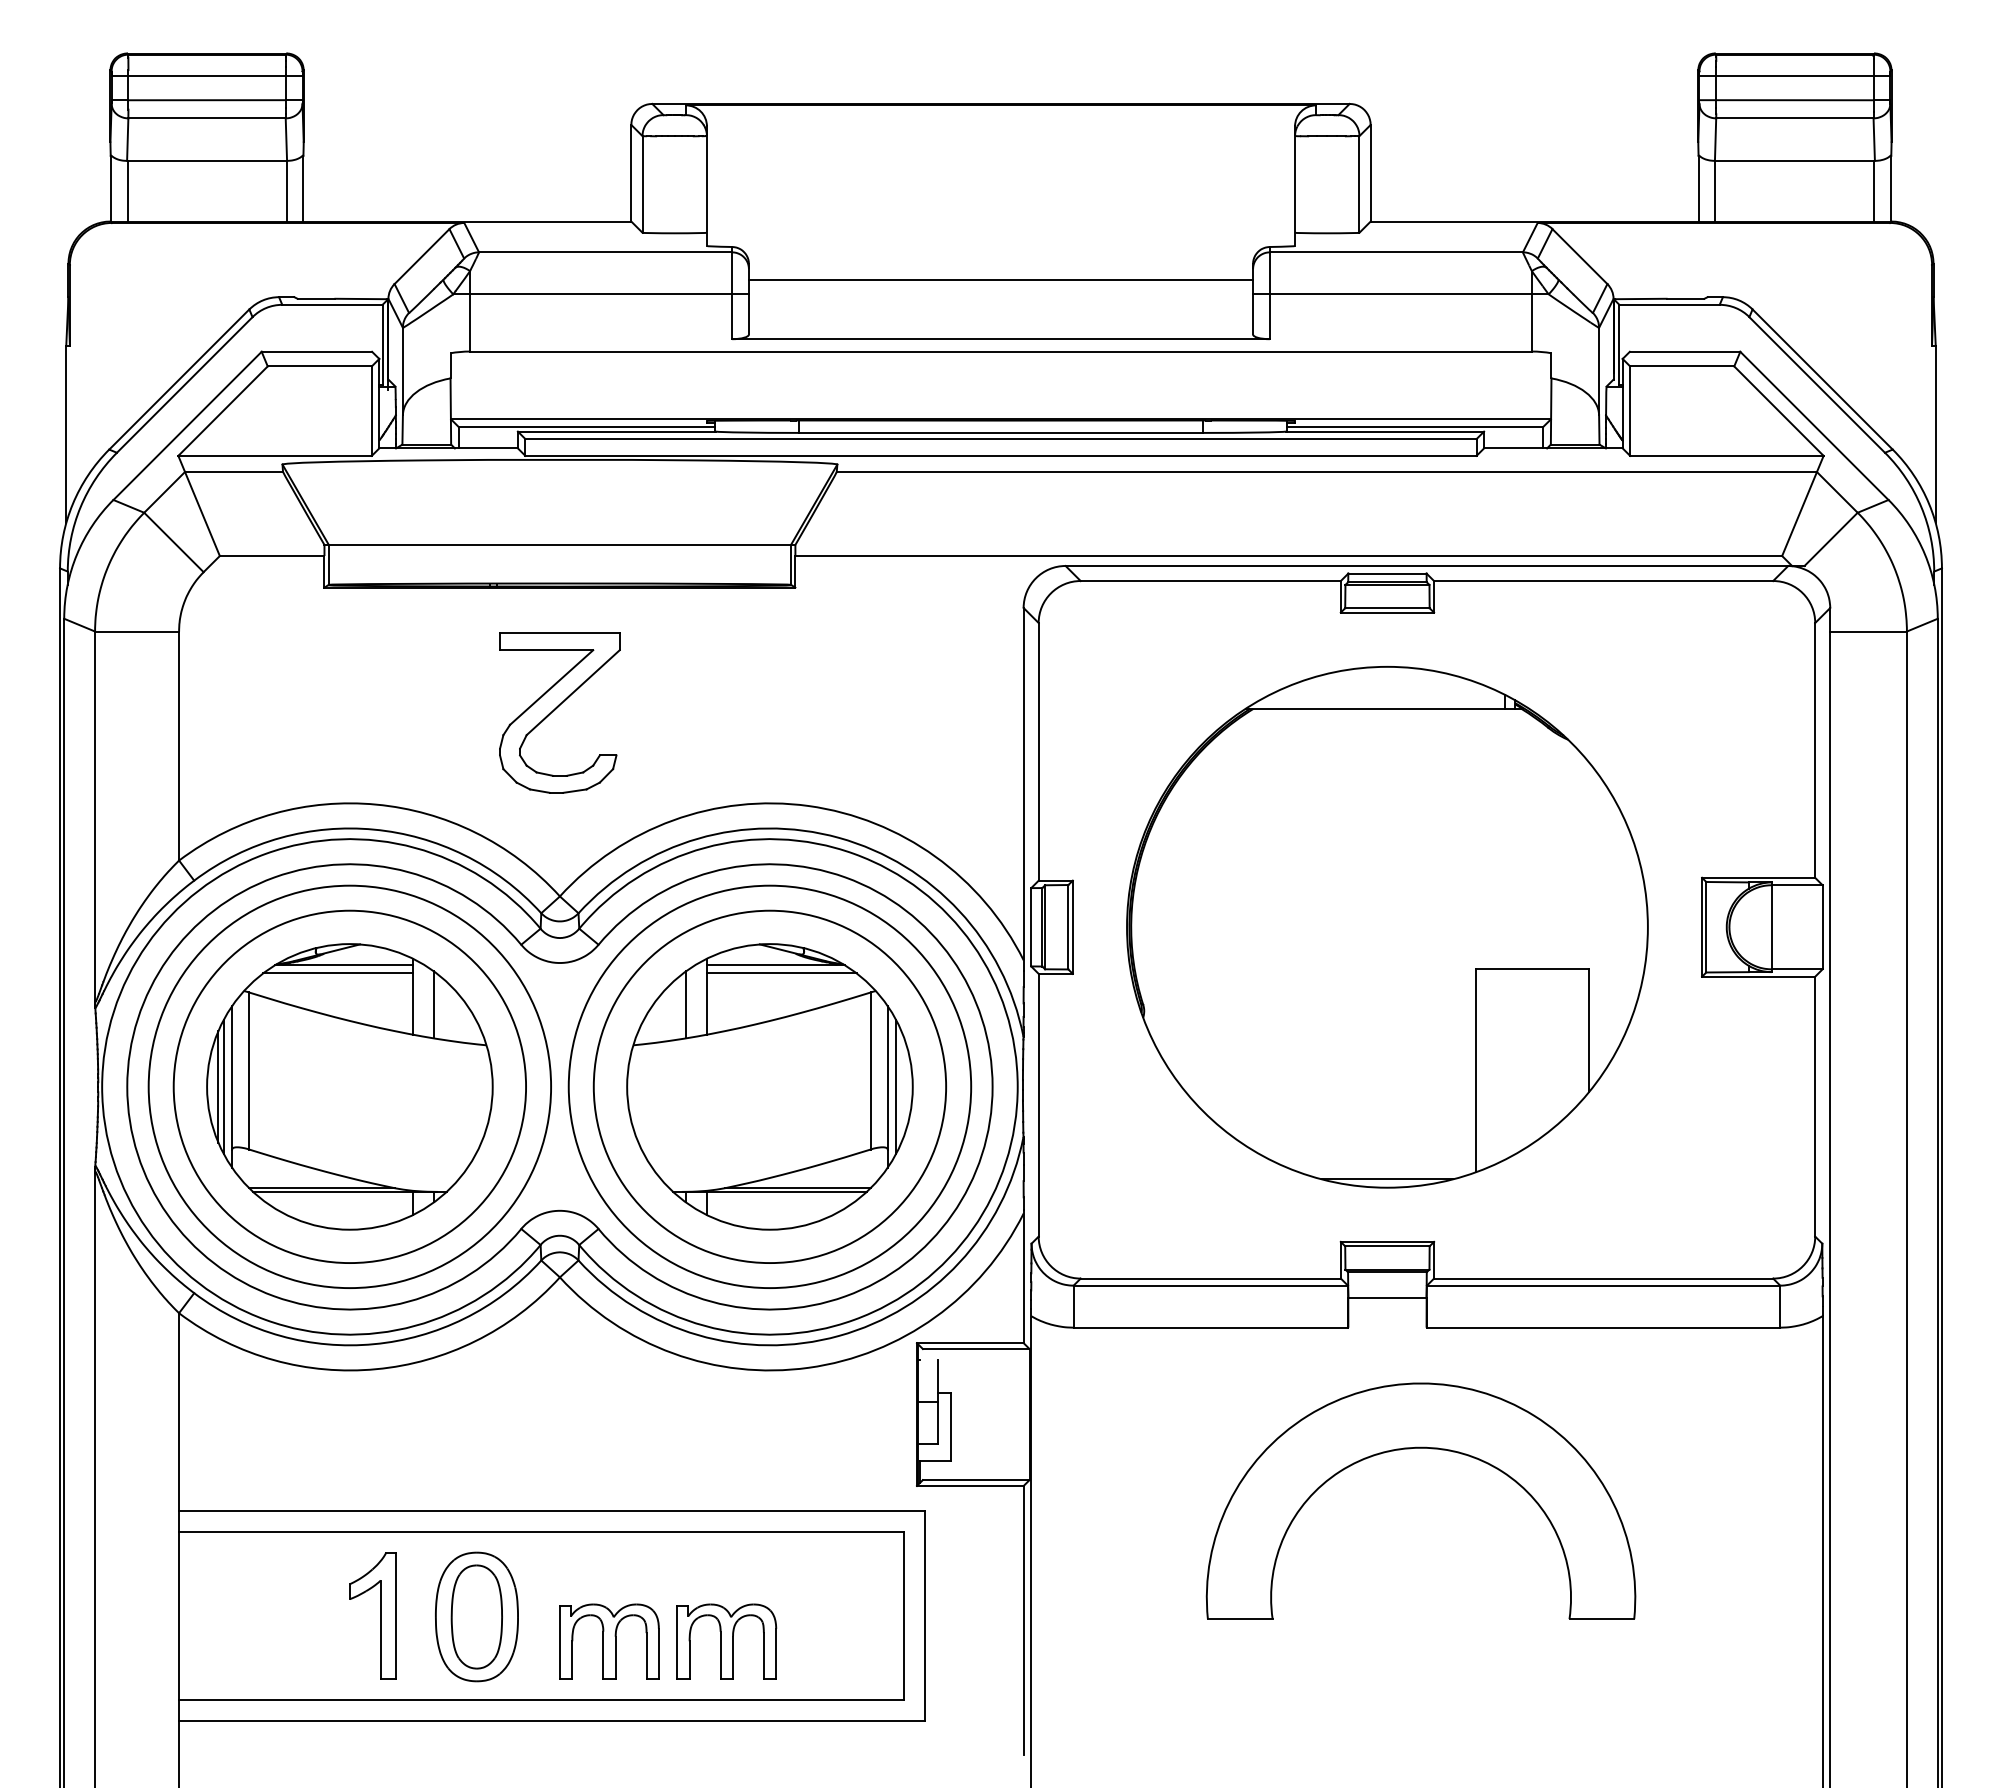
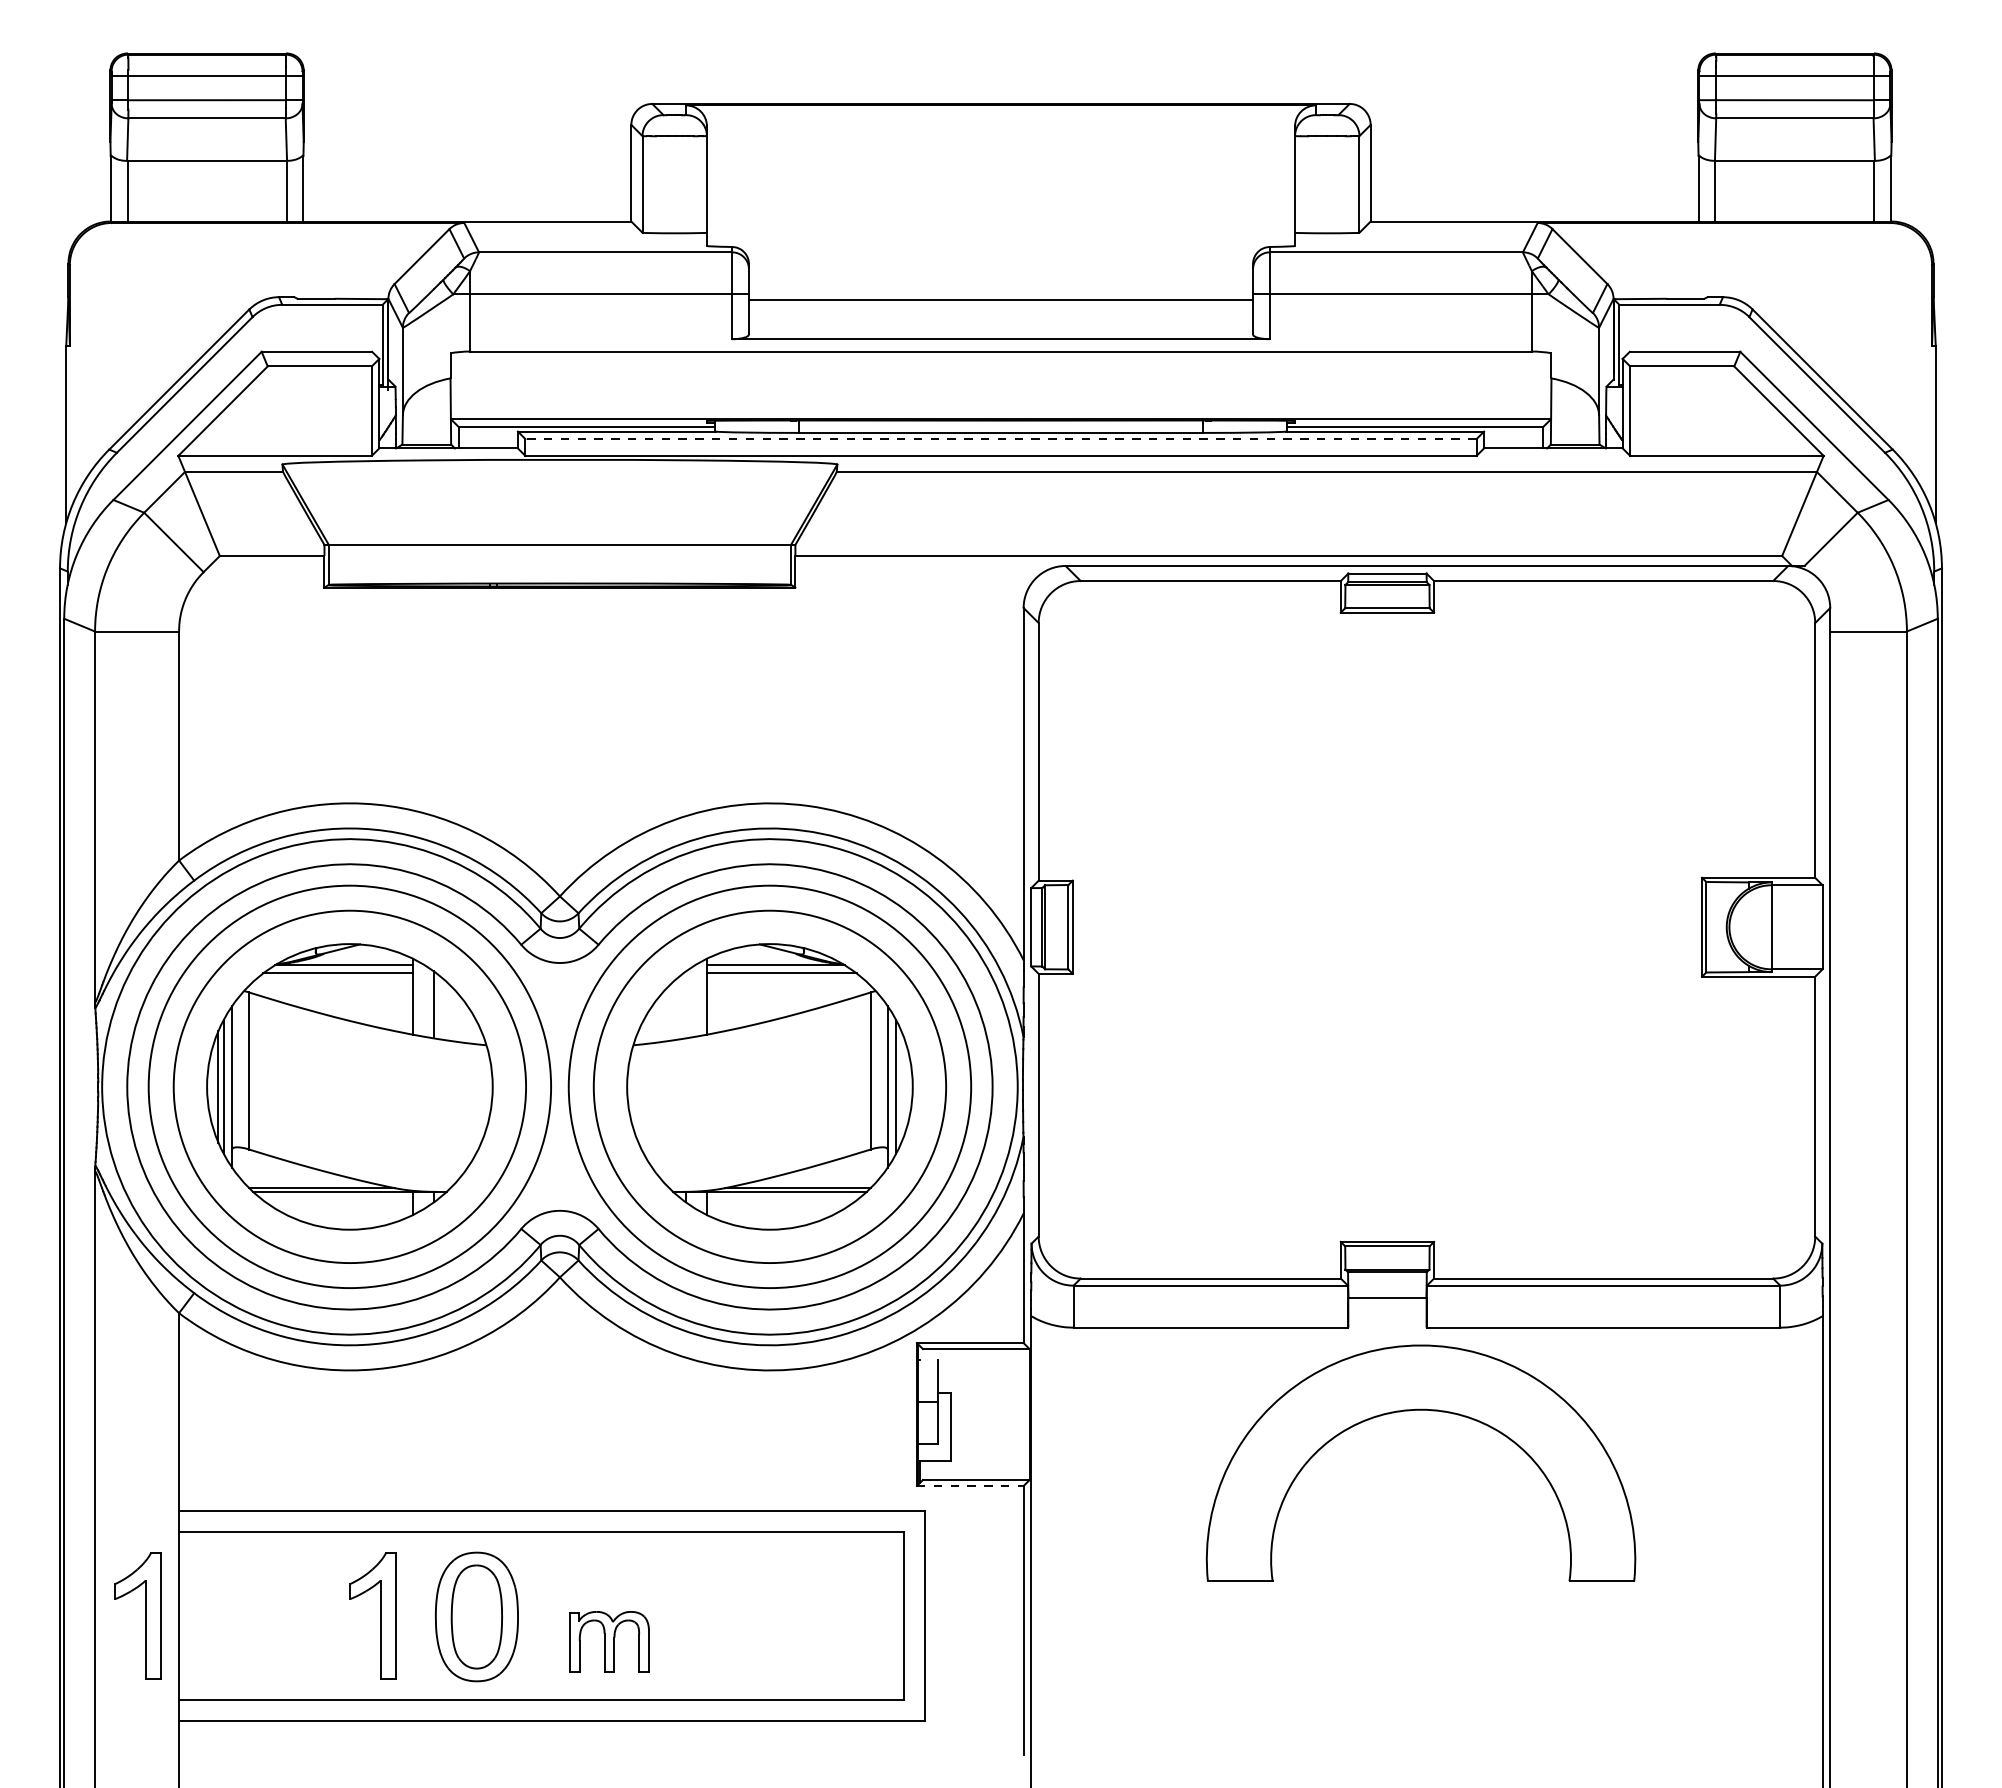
line at (1000, 280) position: (1000, 280) -> (1000, 300)
line at (1001, 439): solid -> dashed
part at (559, 712): present -> none
part at (1387, 927): present -> none
line at (685, 1004): present -> none
part at (1410, 1449) position: (1410, 1449) -> (1410, 1411)
line at (970, 1485): solid -> dashed
part at (145, 1615): none -> present
part at (609, 1641) size: 101x77 px -> 81x62 px
part at (726, 1641): present -> none
